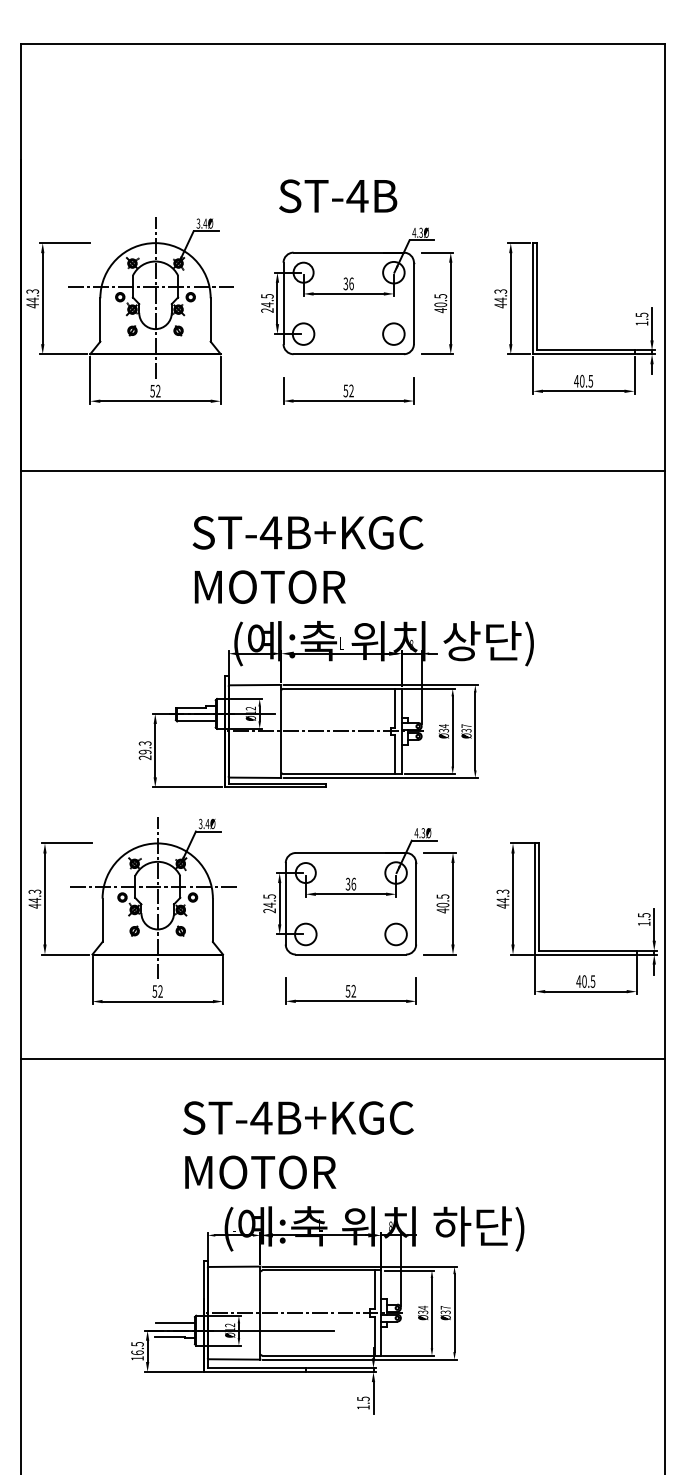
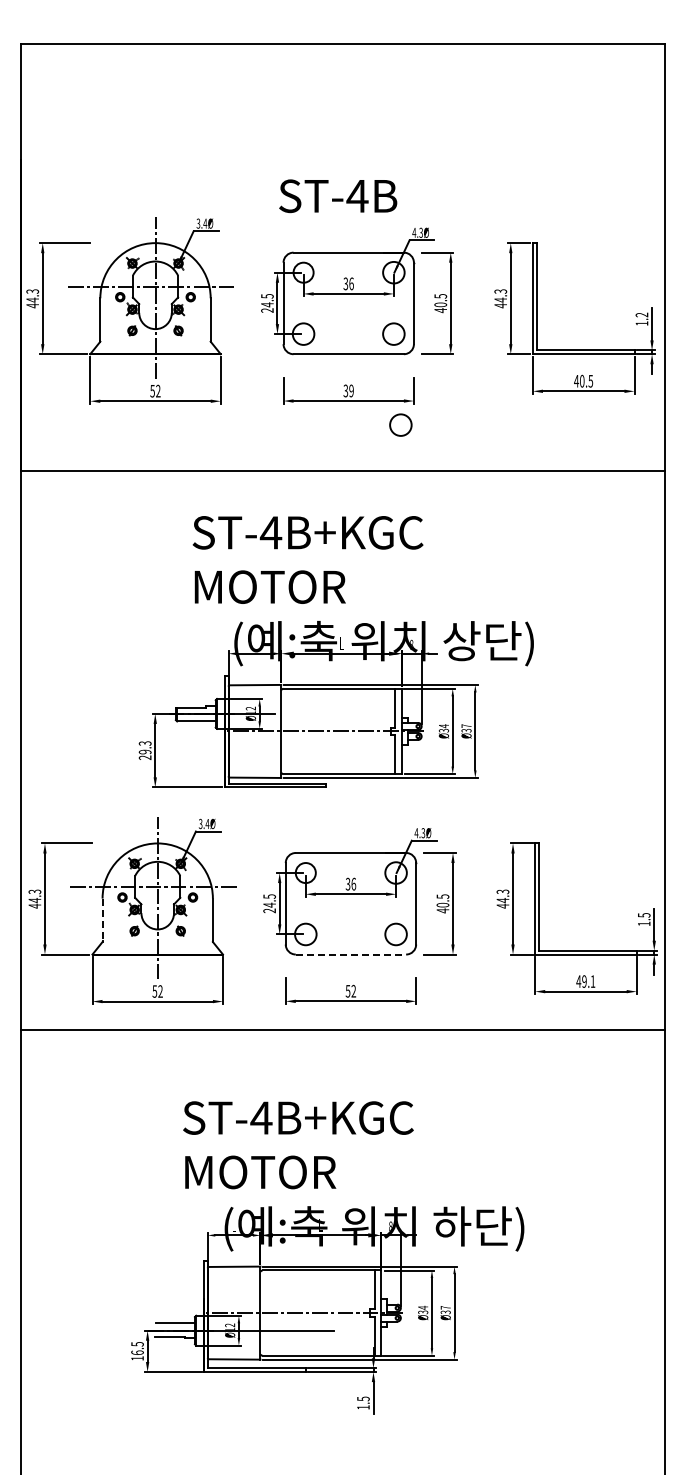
text at (641, 314): 1.5 -> 1.2
text at (348, 390): 52 -> 39
circle at (400, 424): none -> present
line at (102, 920): solid -> dashed
line at (351, 954): solid -> dashed
text at (588, 981): 40.5 -> 49.1
line at (342, 1059) position: (342, 1059) -> (342, 1030)
